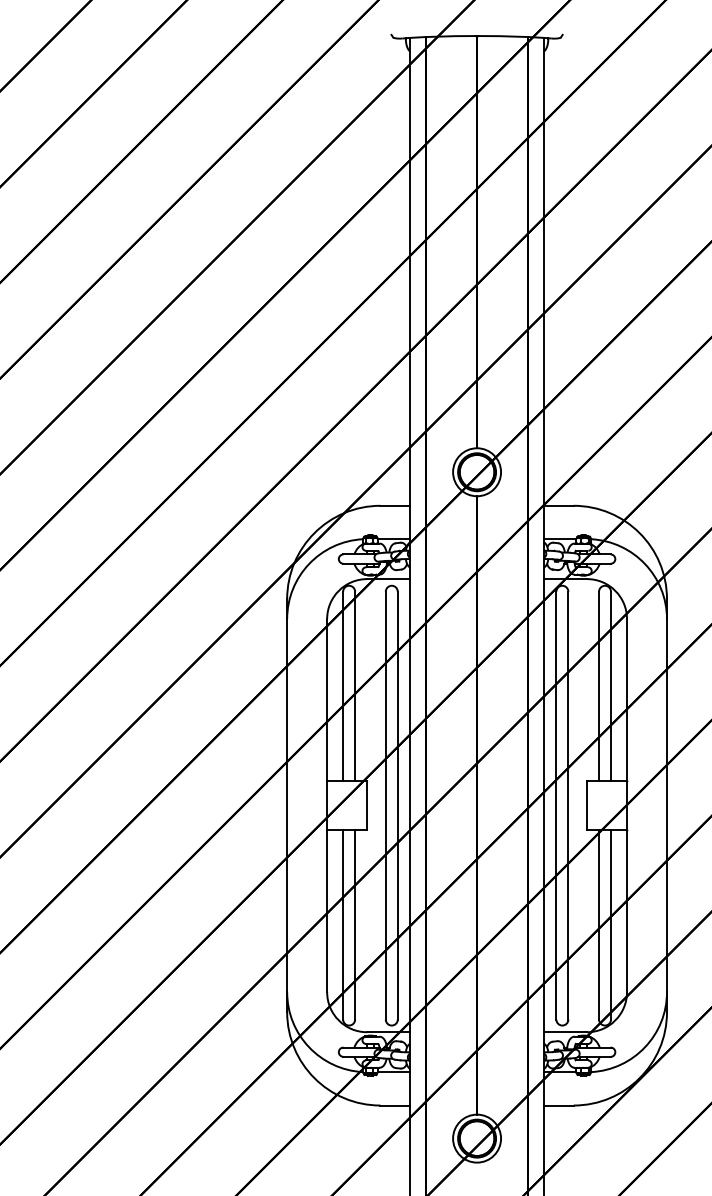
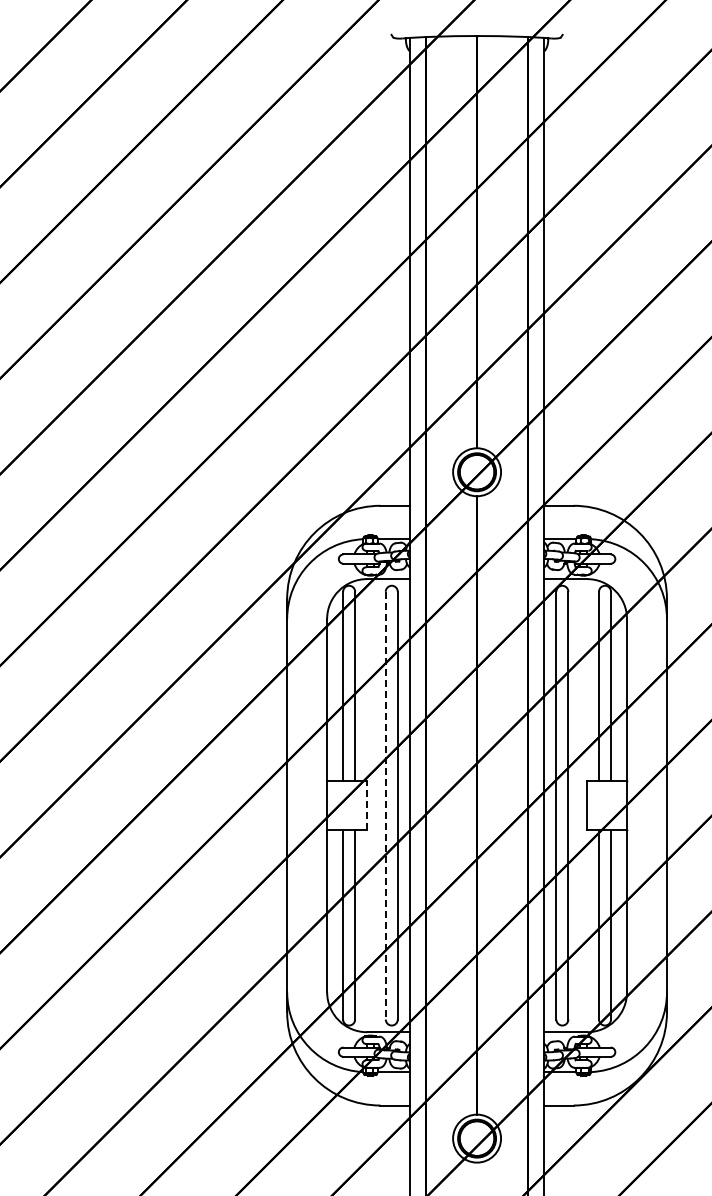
line at (367, 805): solid -> dashed
line at (385, 805): solid -> dashed
